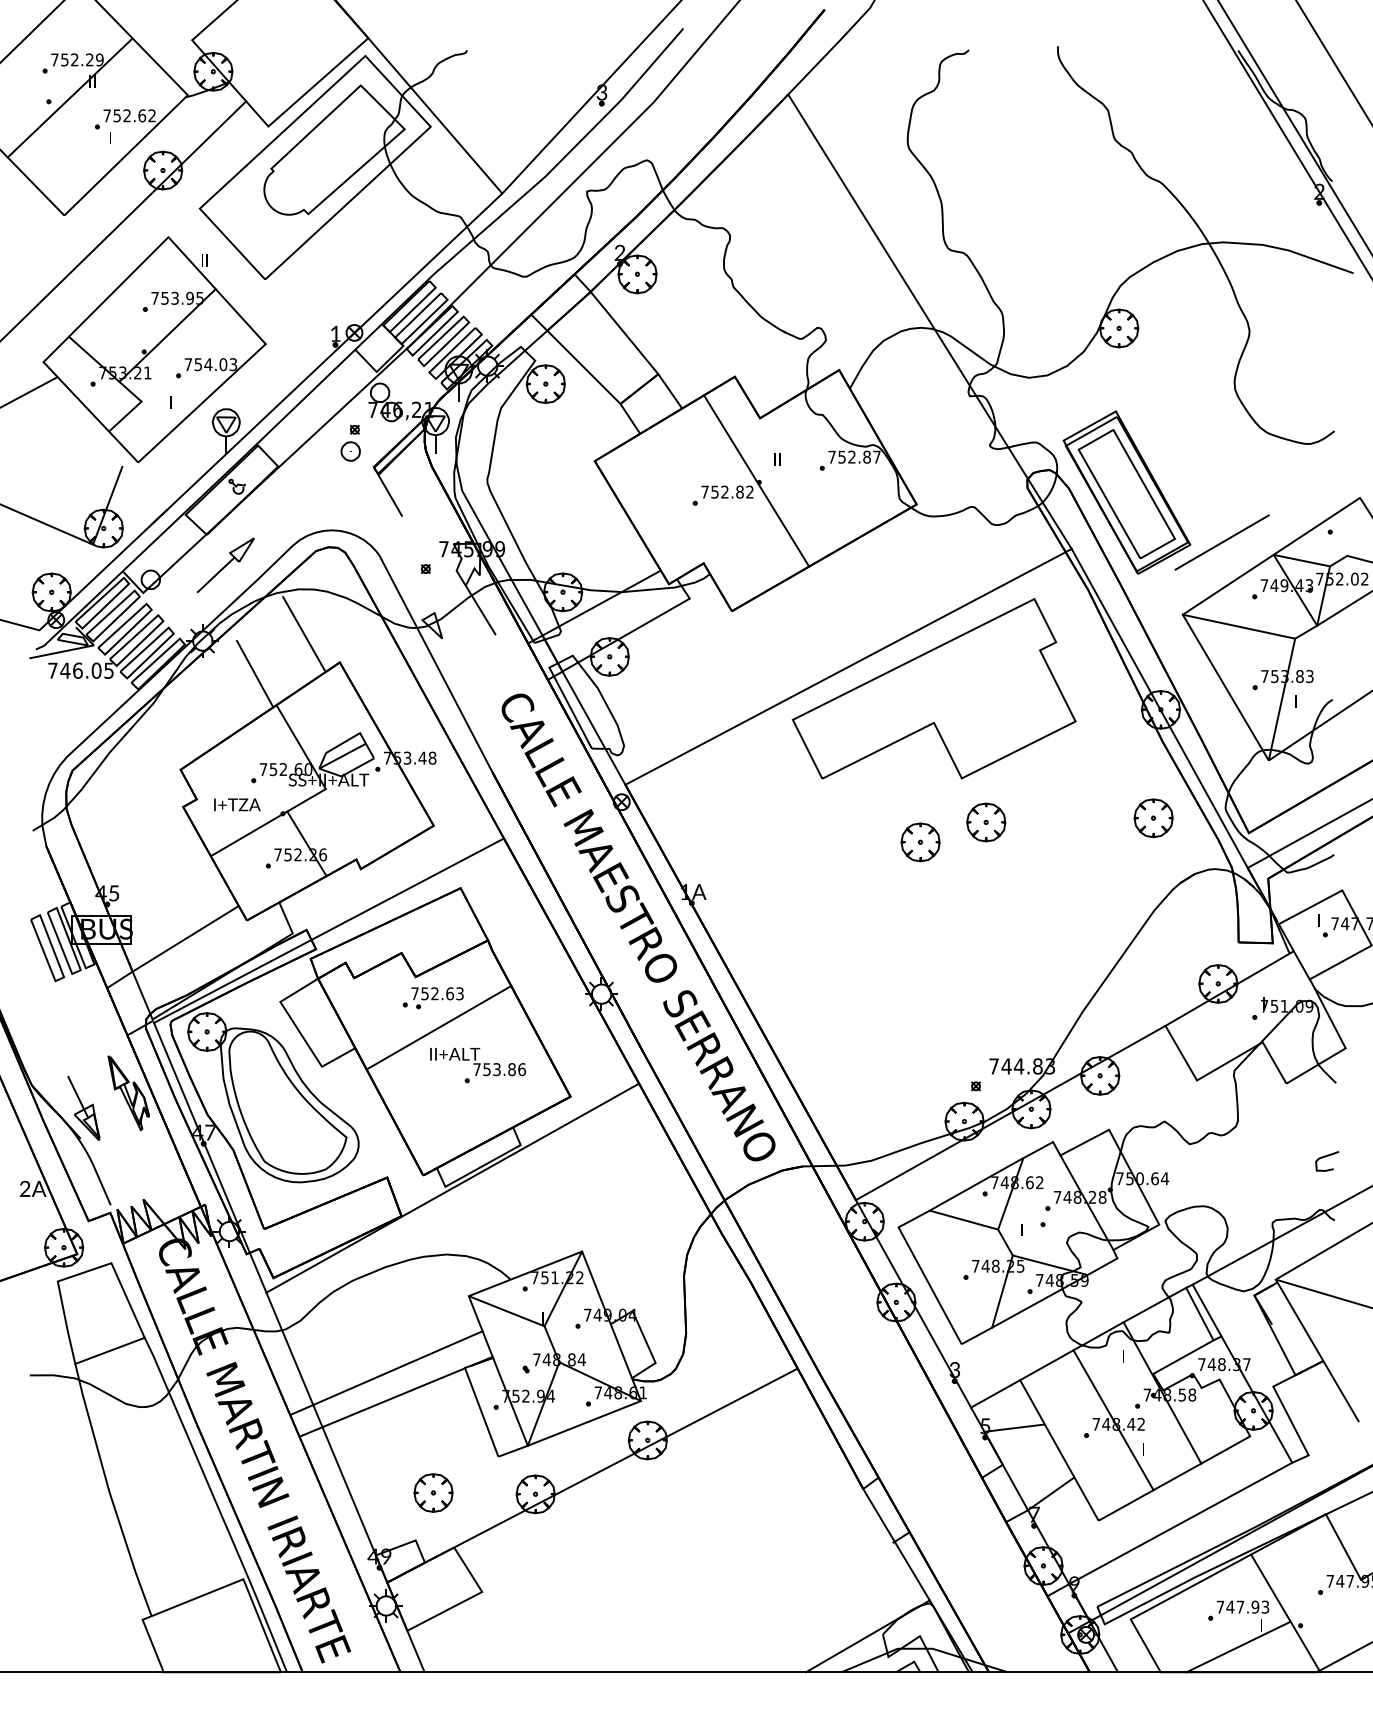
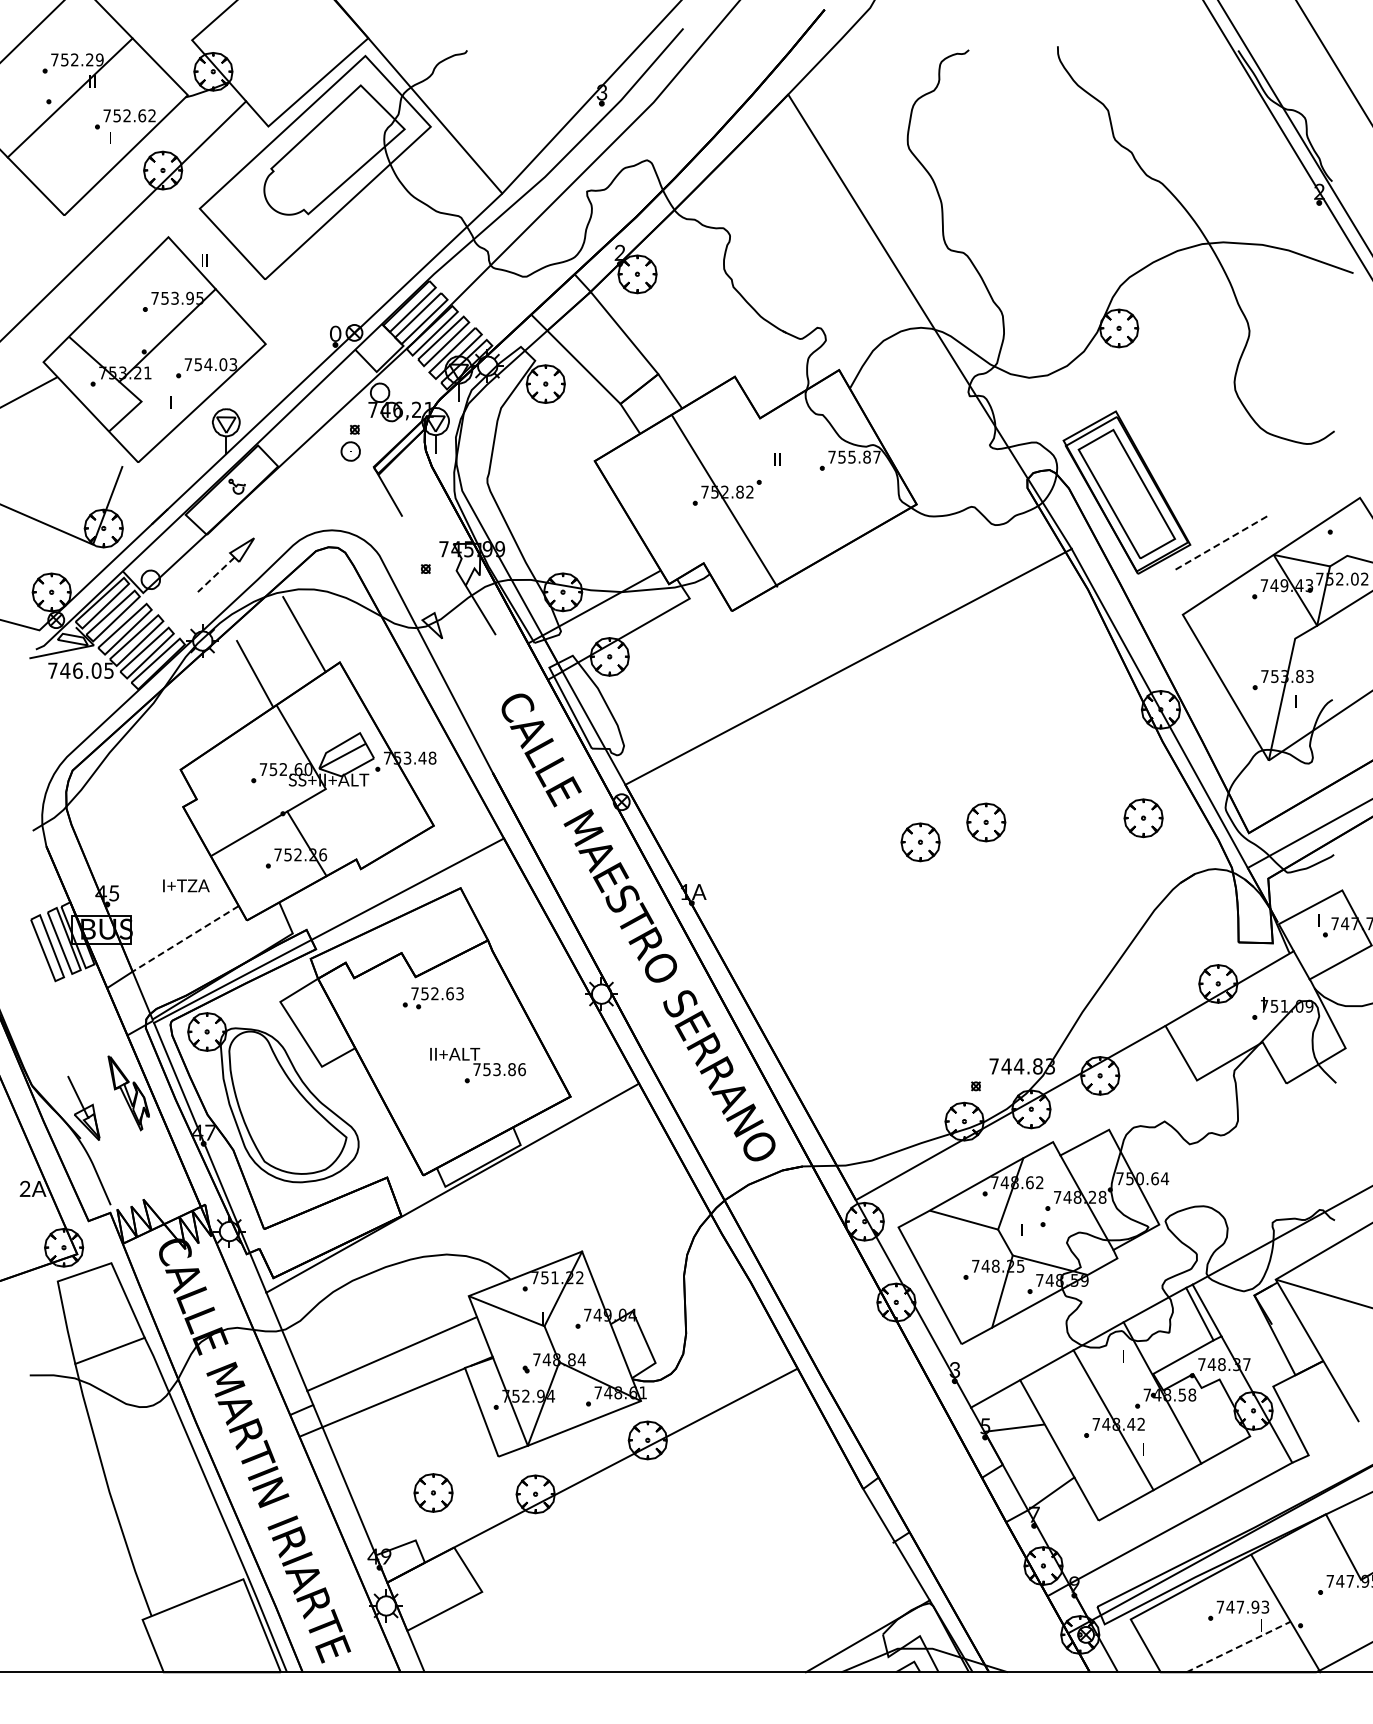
text at (335, 333): 1 -> 0
text at (851, 456): 752.87 -> 755.87
line at (756, 480) position: (756, 480) -> (724, 500)
line at (1222, 542): solid -> dashed
line at (215, 575): solid -> dashed
line at (1238, 626): present -> none
part at (933, 688): present -> none
text at (237, 804) position: (237, 804) -> (186, 885)
part at (1153, 818) position: (1153, 818) -> (1143, 818)
line at (185, 939): solid -> dashed
line at (438, 1027): present -> none
curve at (1325, 1157): present -> none
line at (397, 1368) position: (397, 1368) -> (391, 1354)
line at (1238, 1647): solid -> dashed
